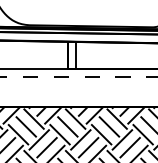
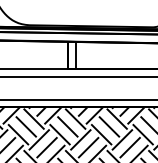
line at (79, 76): dashed -> solid
line at (78, 99): none -> present
